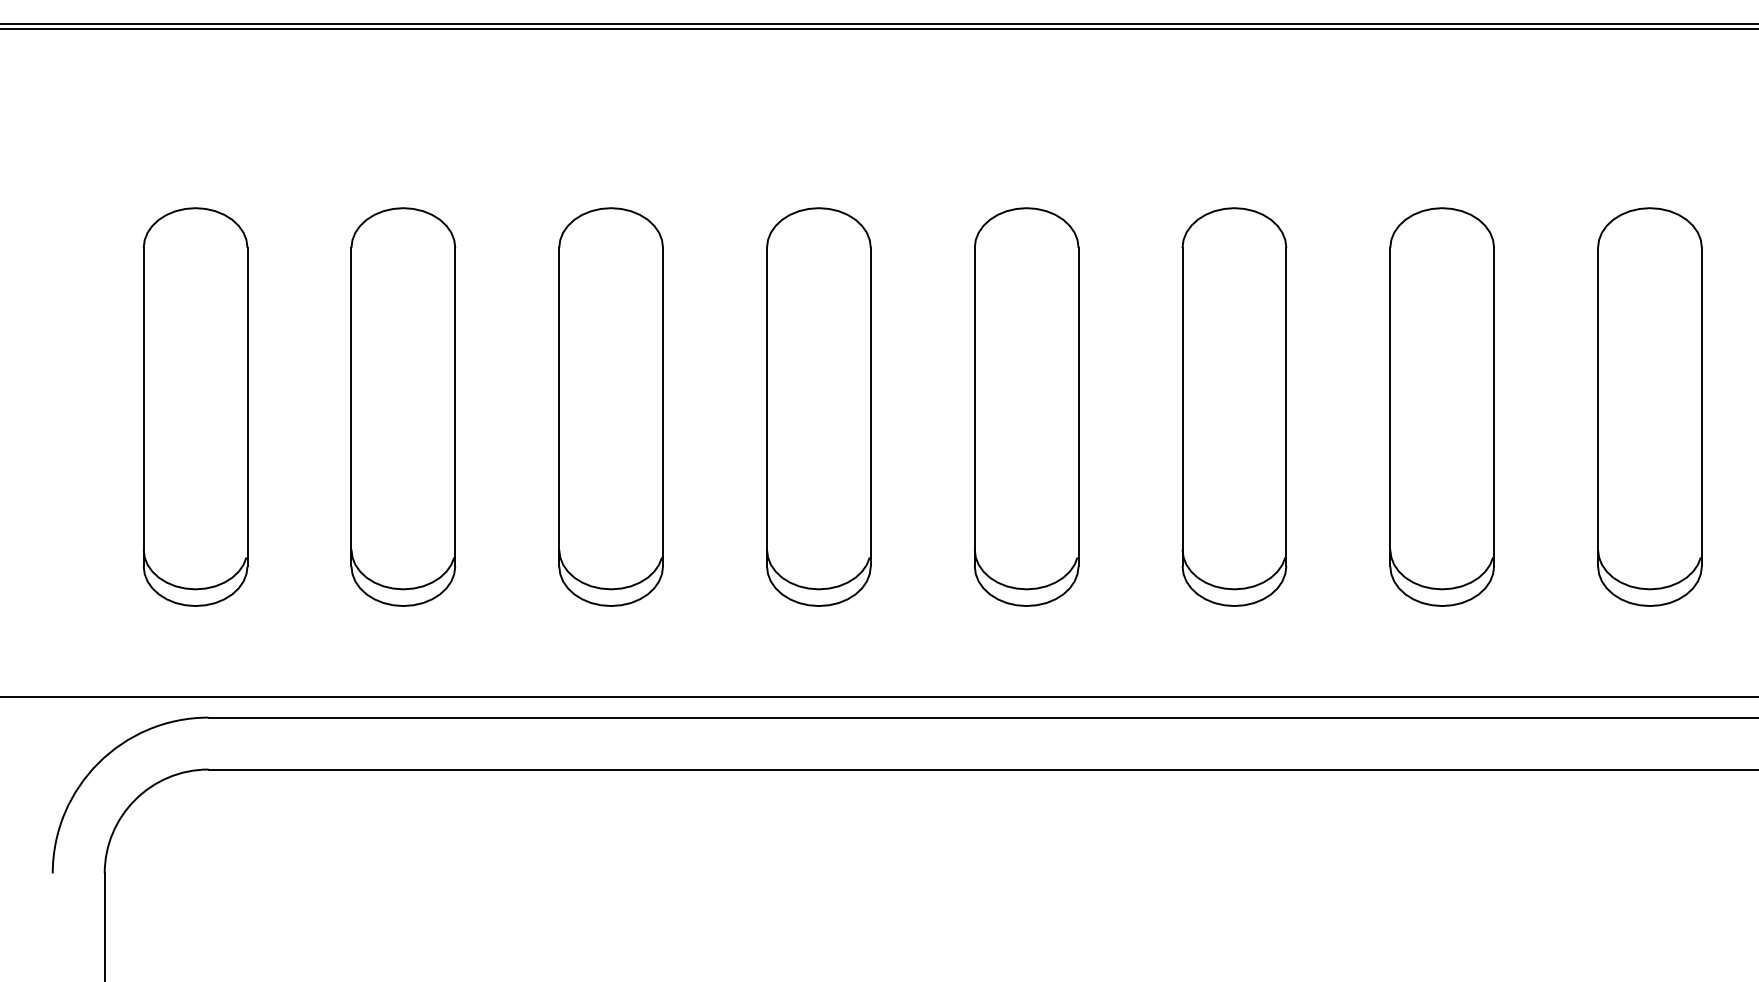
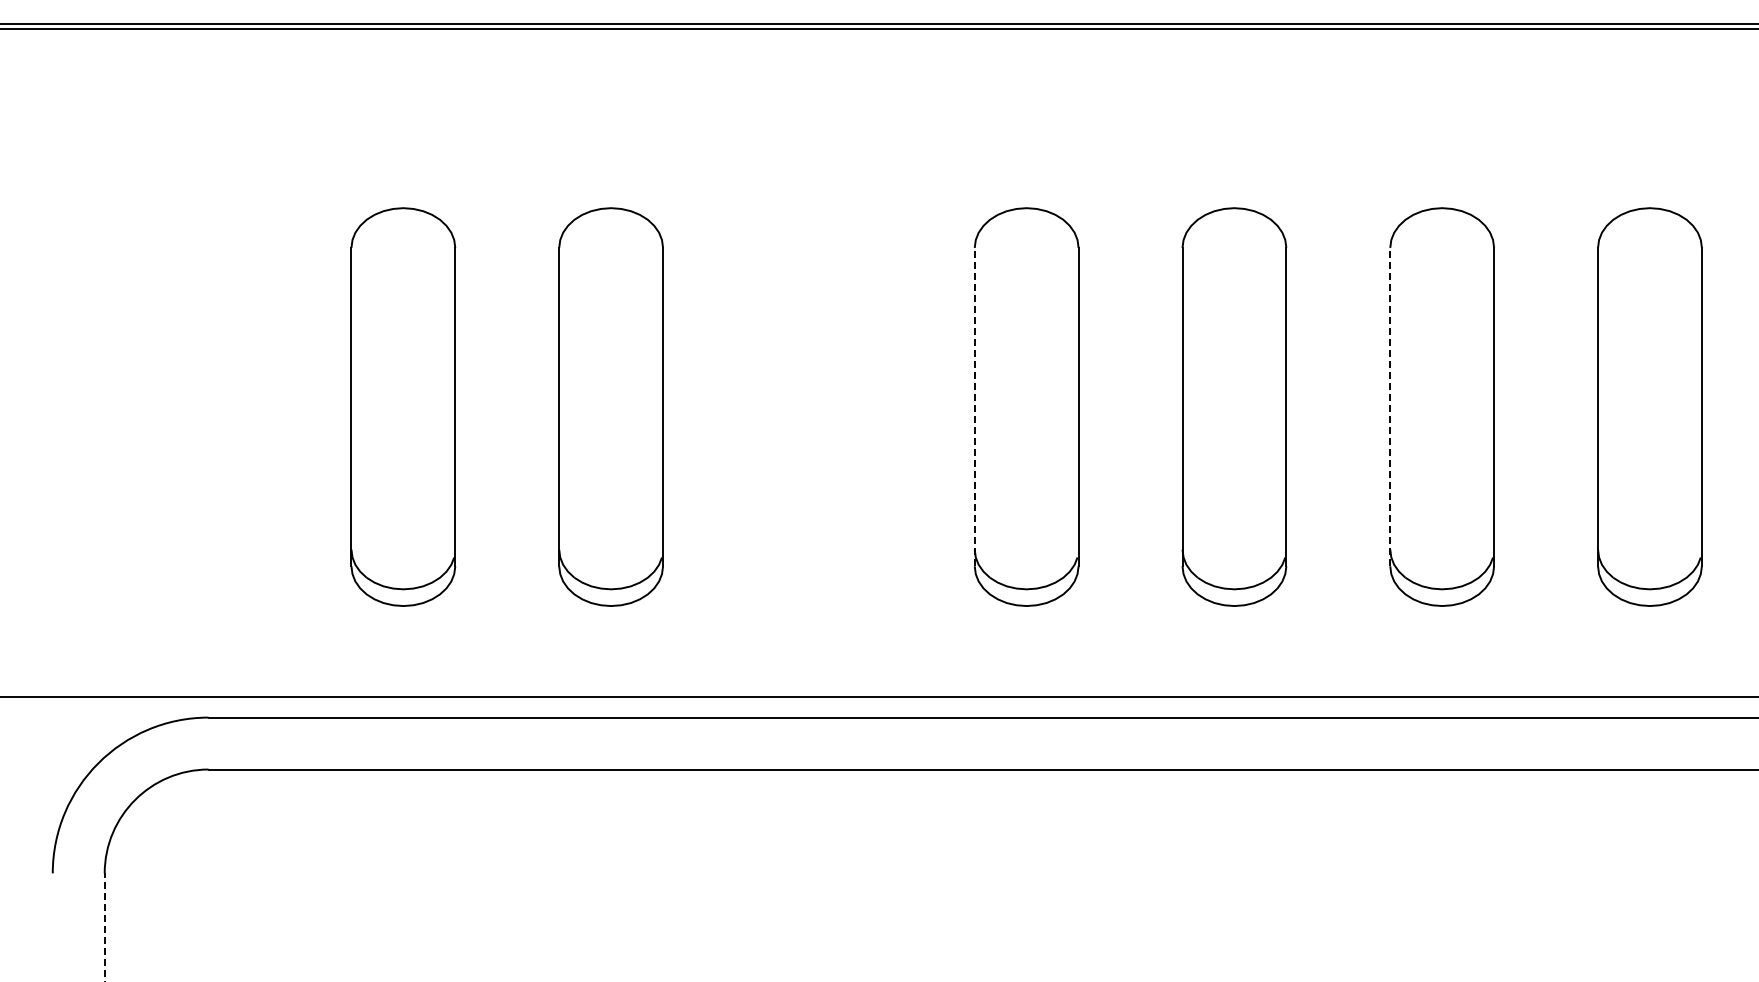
part at (195, 406): present -> none
part at (818, 406): present -> none
line at (974, 406): solid -> dashed
line at (1390, 406): solid -> dashed
line at (104, 927): solid -> dashed
